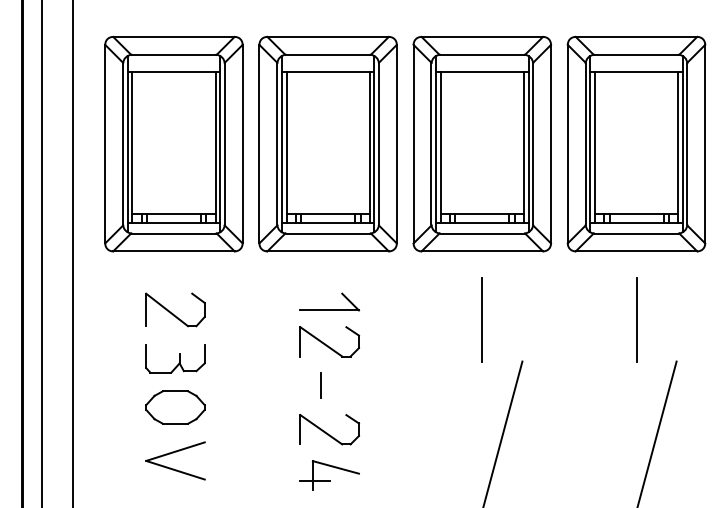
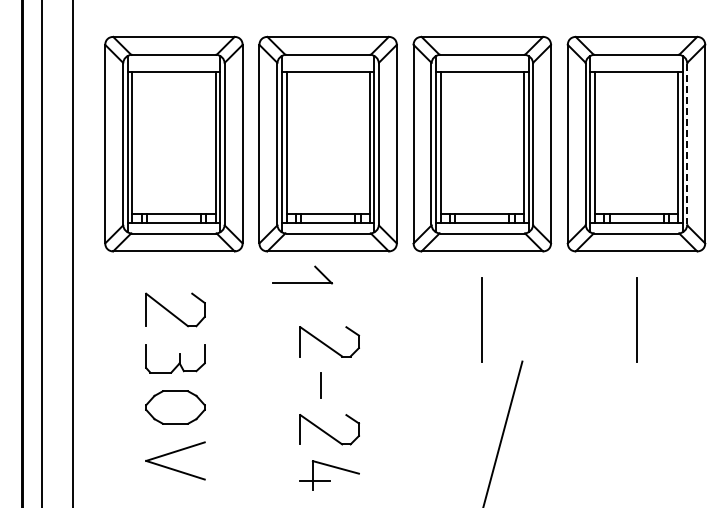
line at (687, 144): solid -> dashed
part at (329, 309) position: (329, 309) -> (302, 282)
line at (657, 432): present -> none
